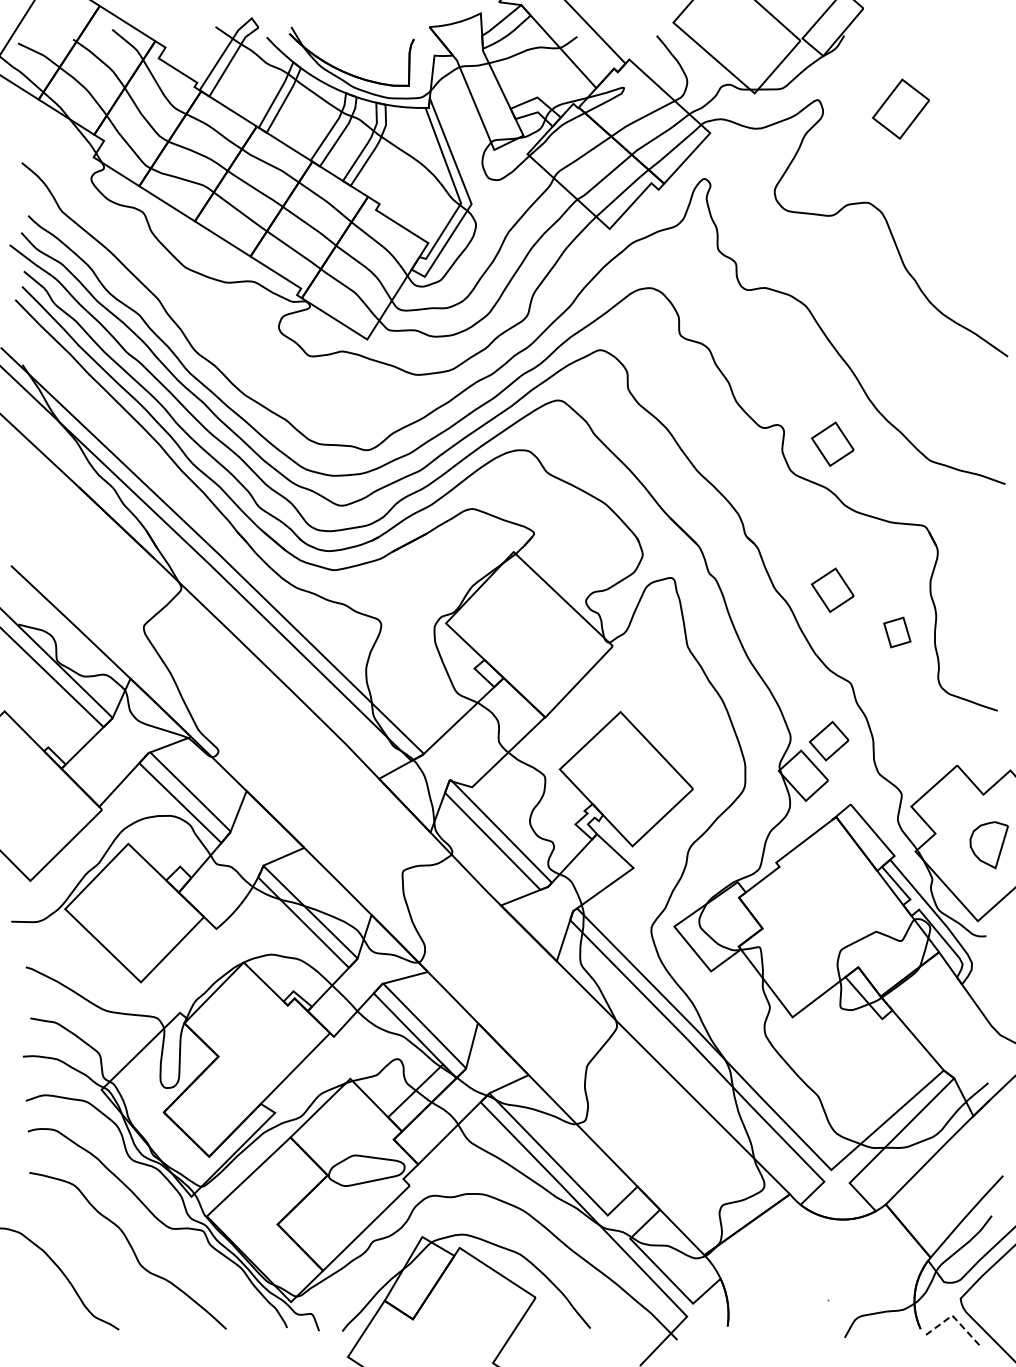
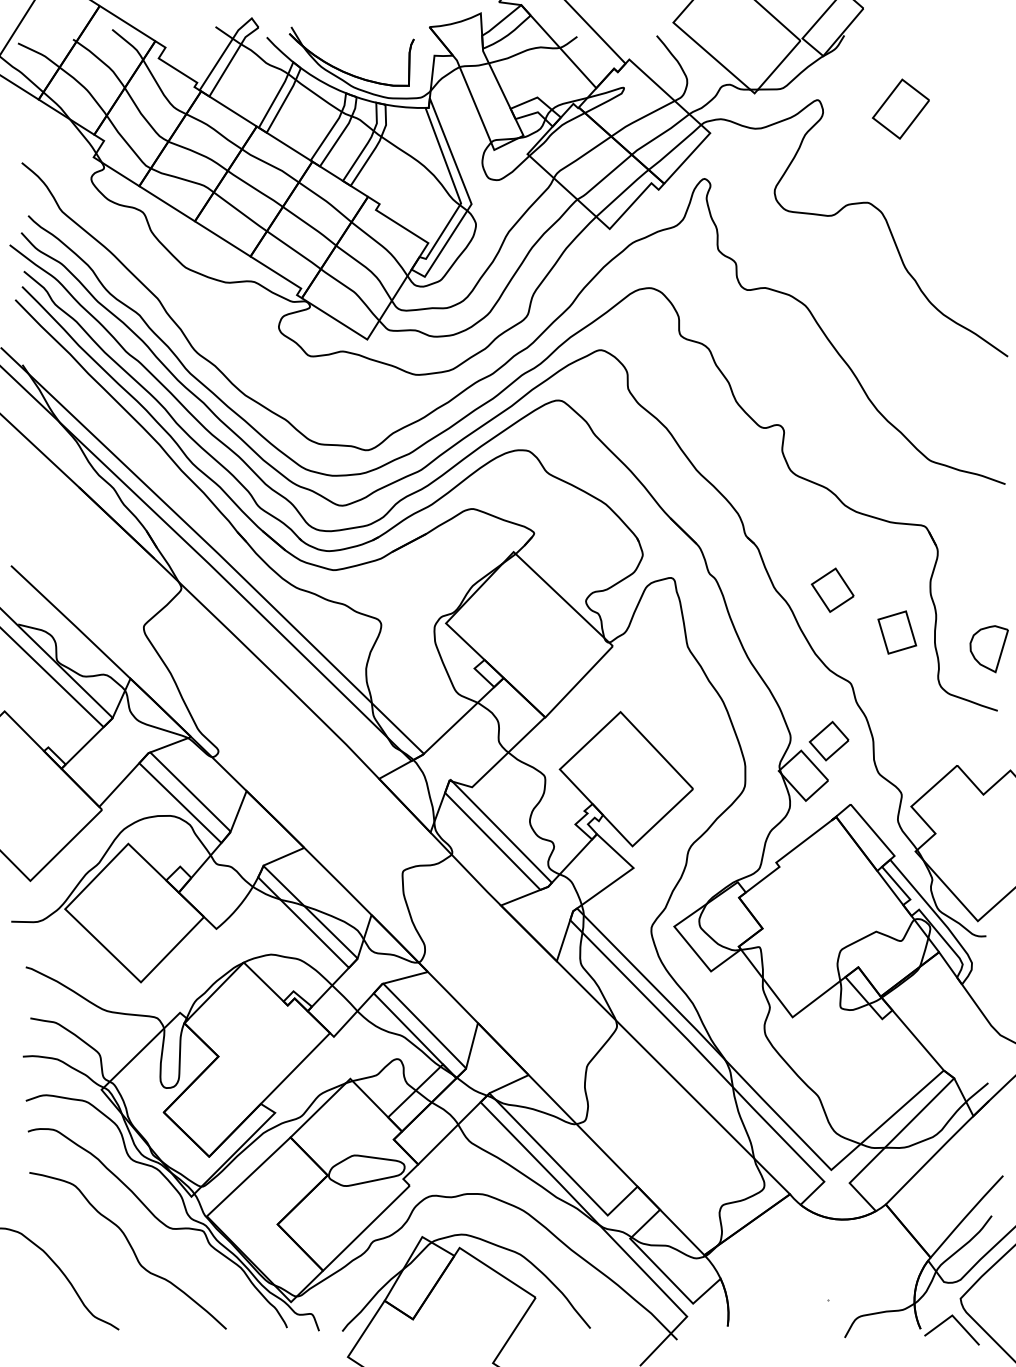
part at (832, 443): present -> none
part at (897, 632) size: 29x33 px -> 41x45 px
part at (988, 845) position: (988, 845) -> (988, 649)
line at (953, 1316): dashed -> solid
